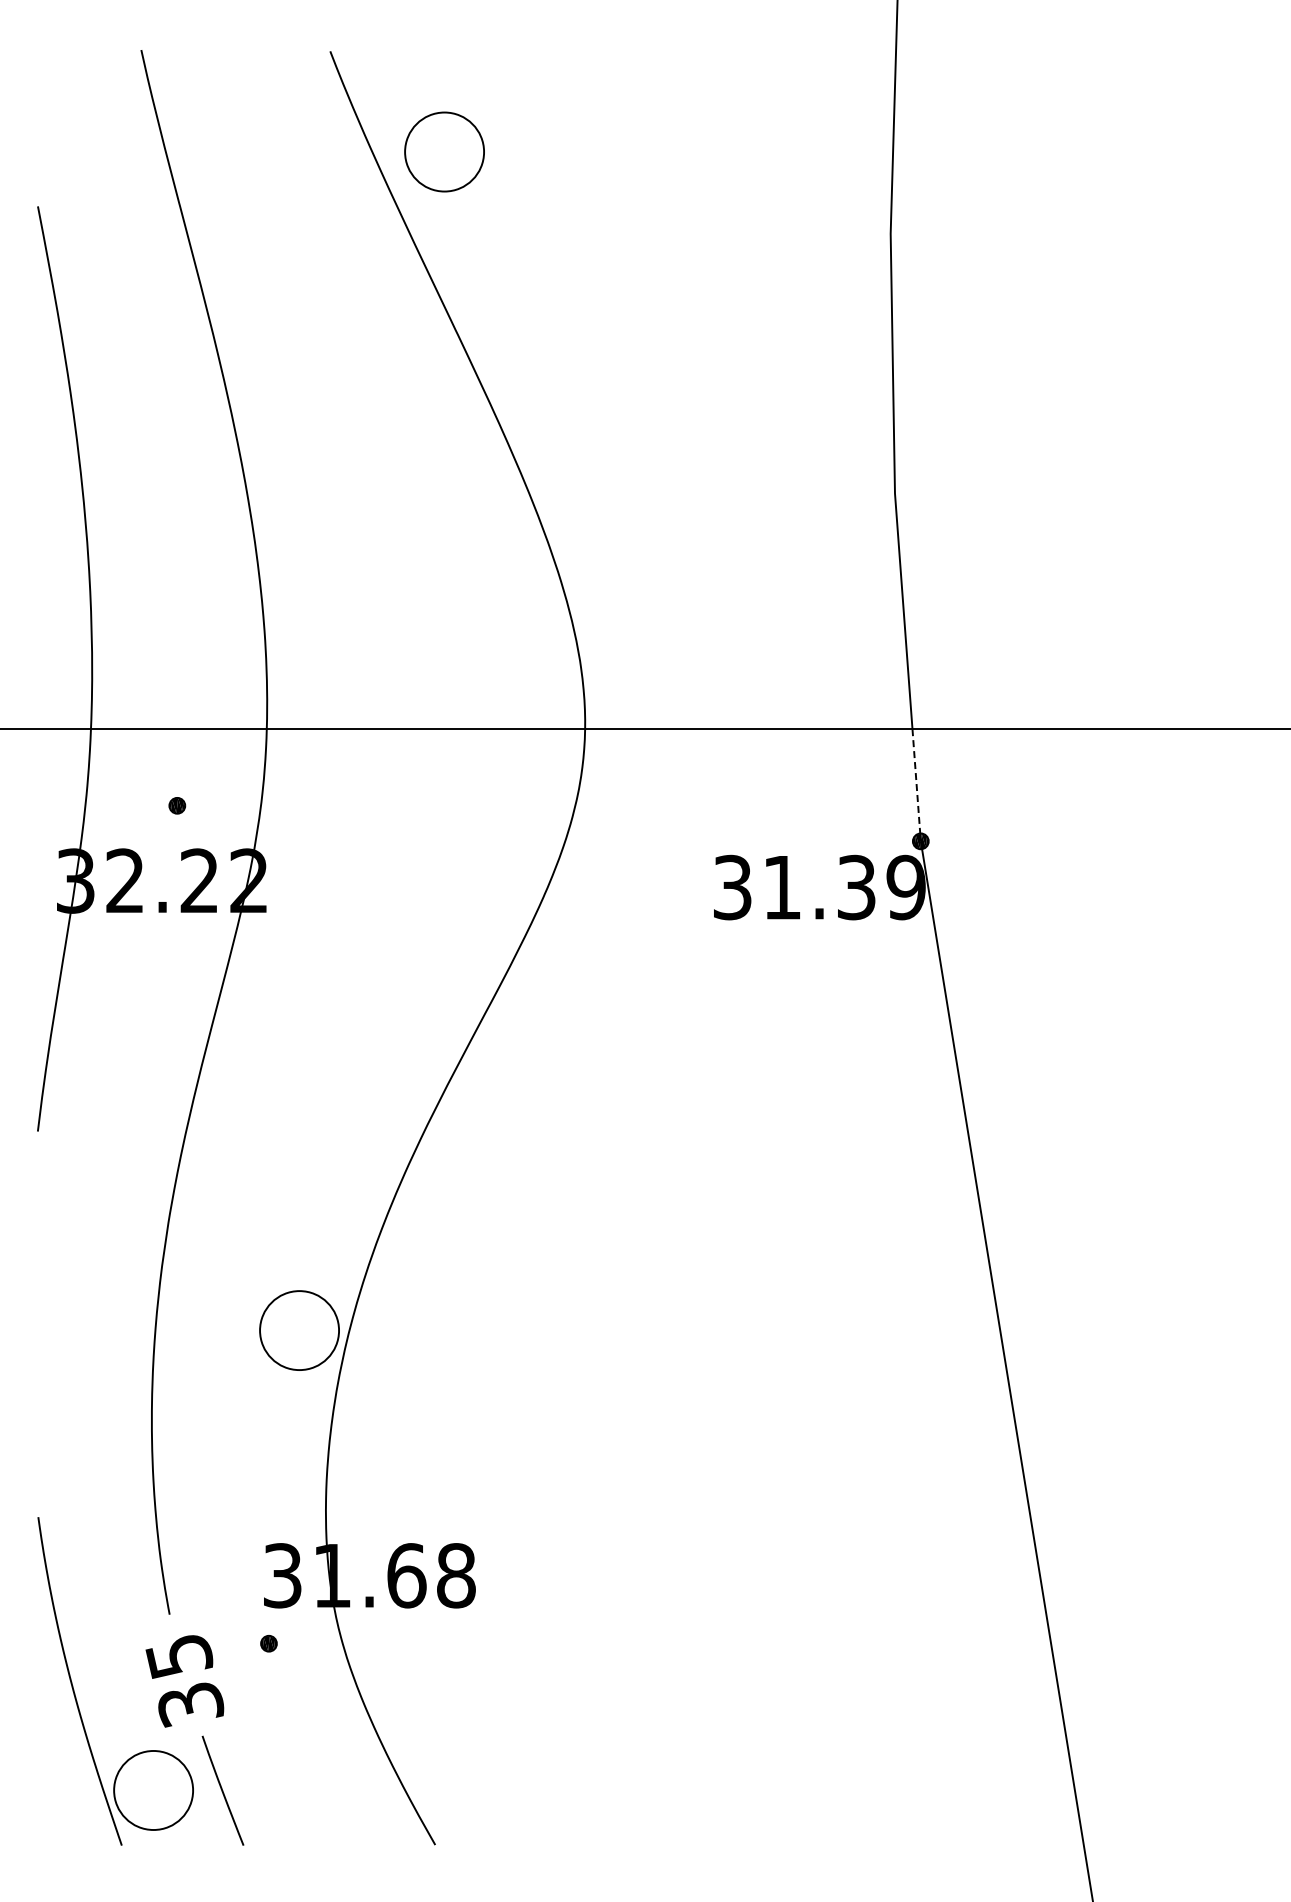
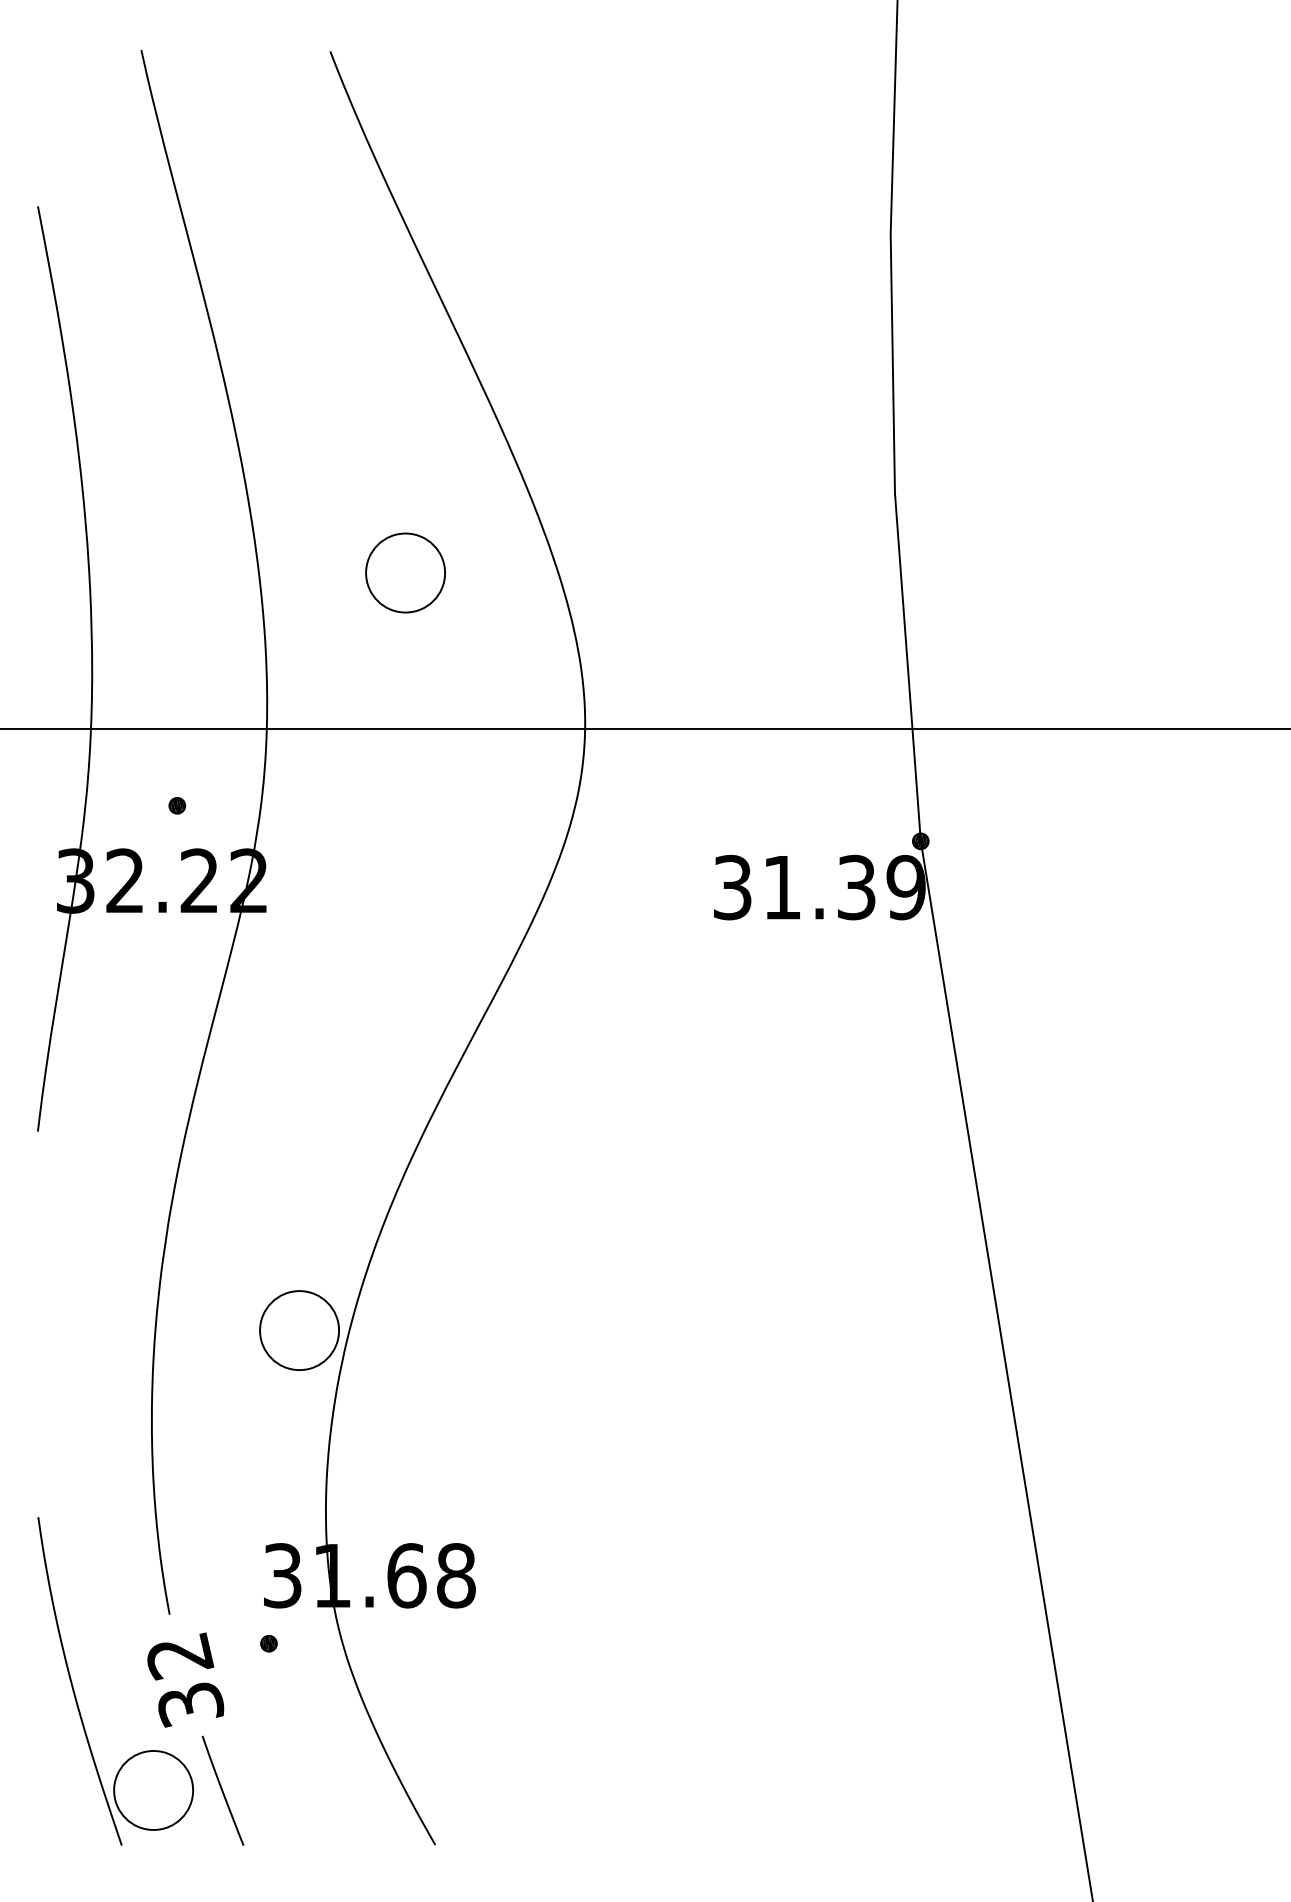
part at (444, 151) position: (444, 151) -> (405, 572)
line at (916, 785): dashed -> solid
text at (179, 1656): 35 -> 32
